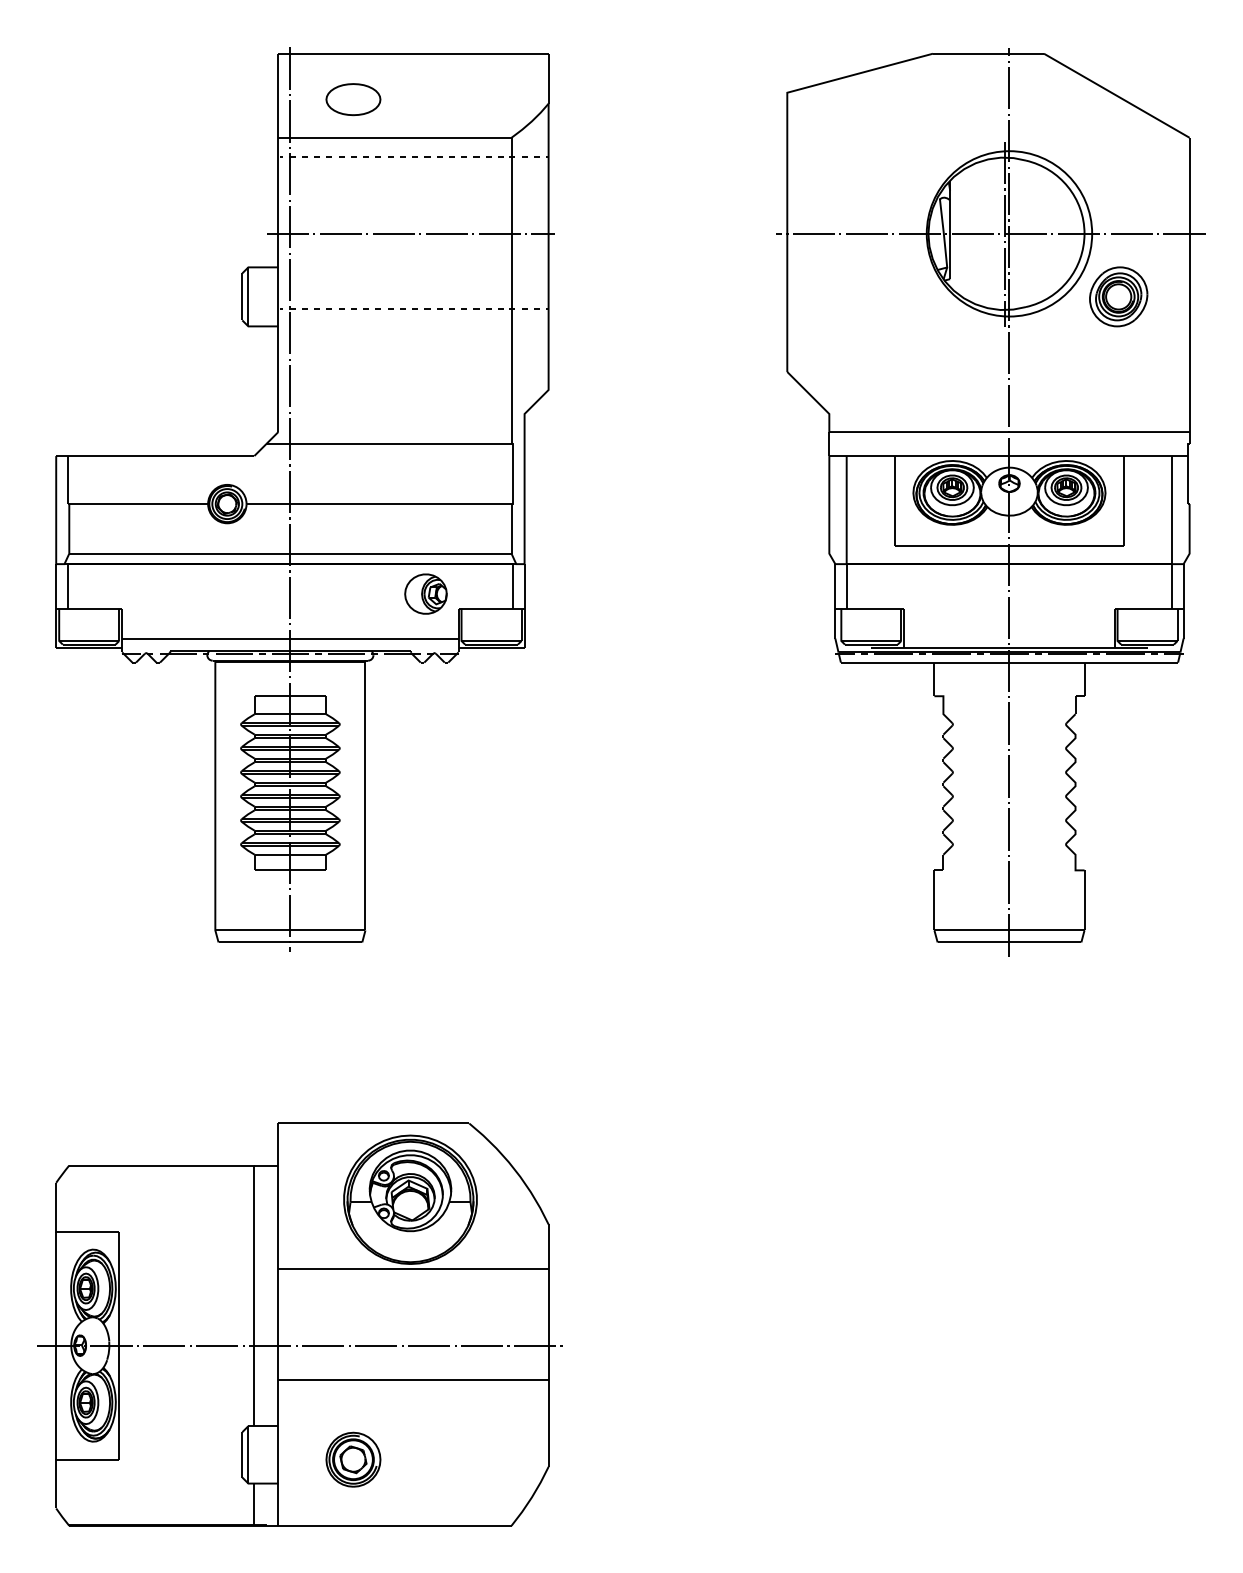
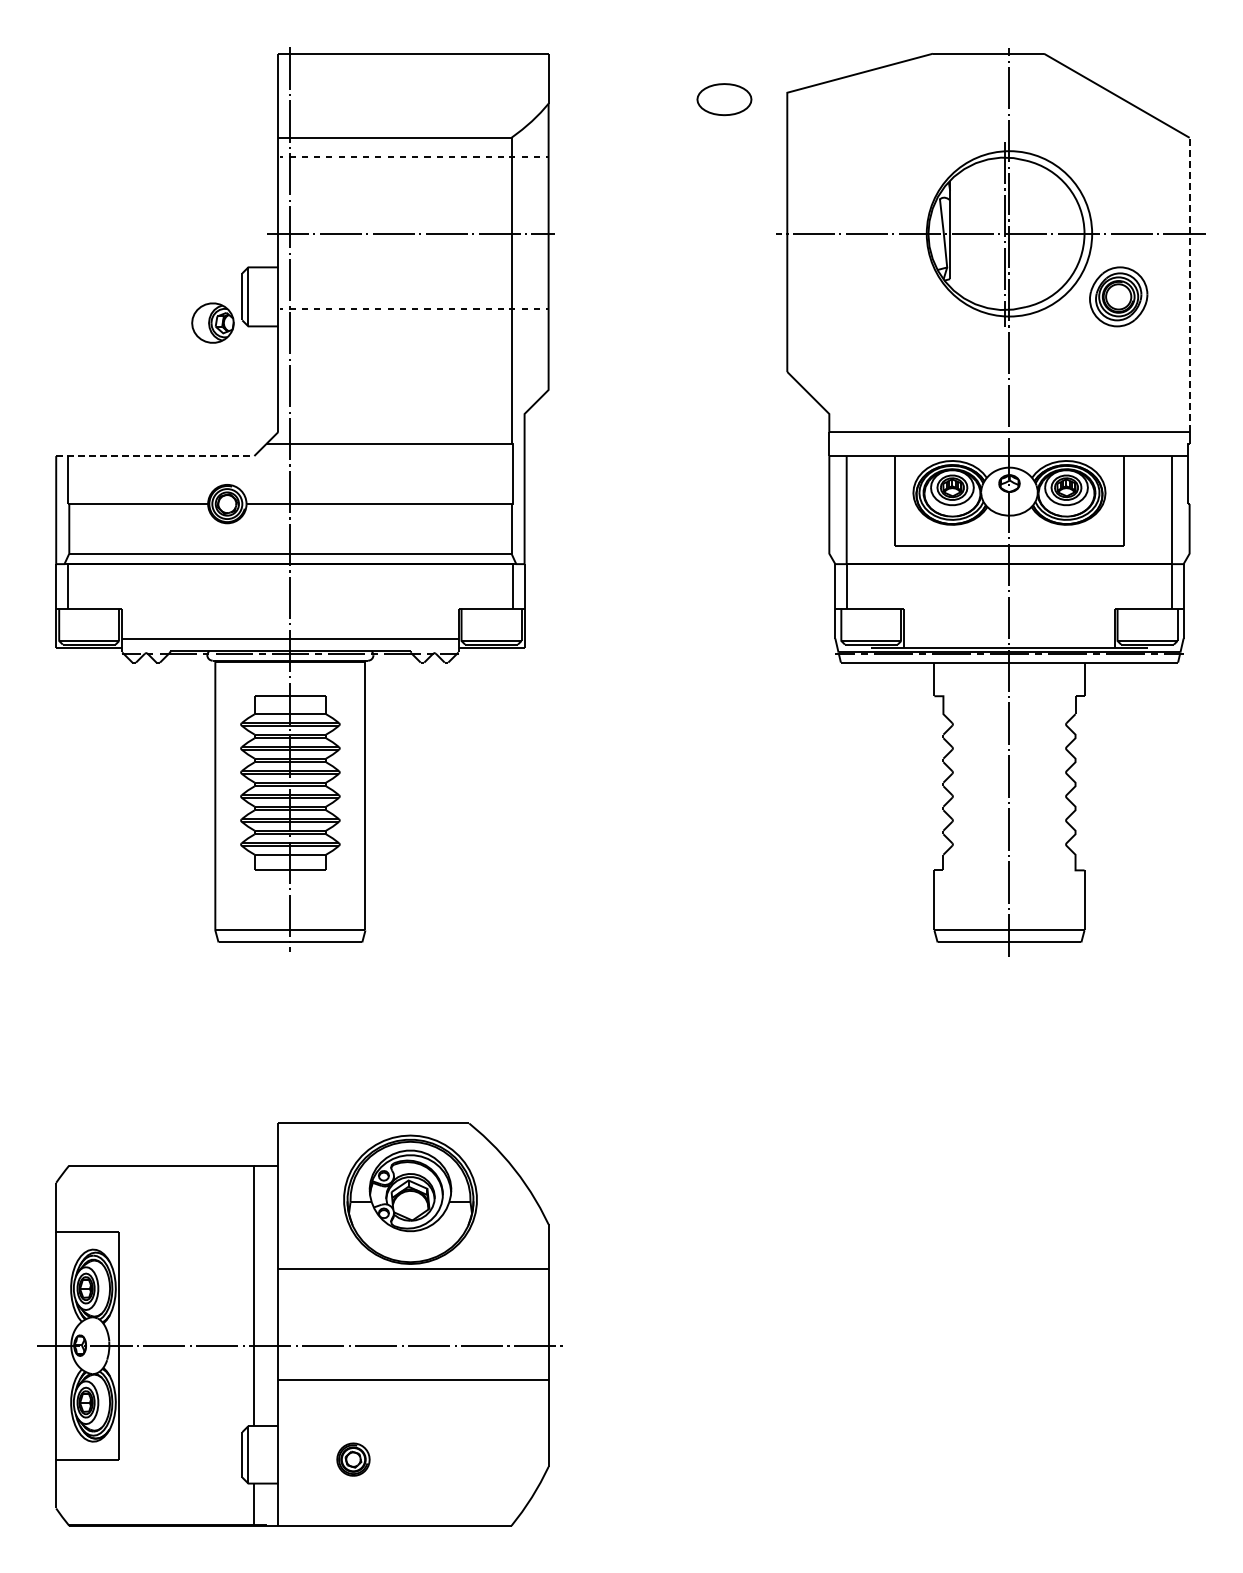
part at (353, 99) position: (353, 99) -> (724, 99)
line at (1189, 284): solid -> dashed
line at (153, 456): solid -> dashed
part at (425, 593) position: (425, 593) -> (212, 322)
part at (353, 1459) size: 57x57 px -> 35x35 px
